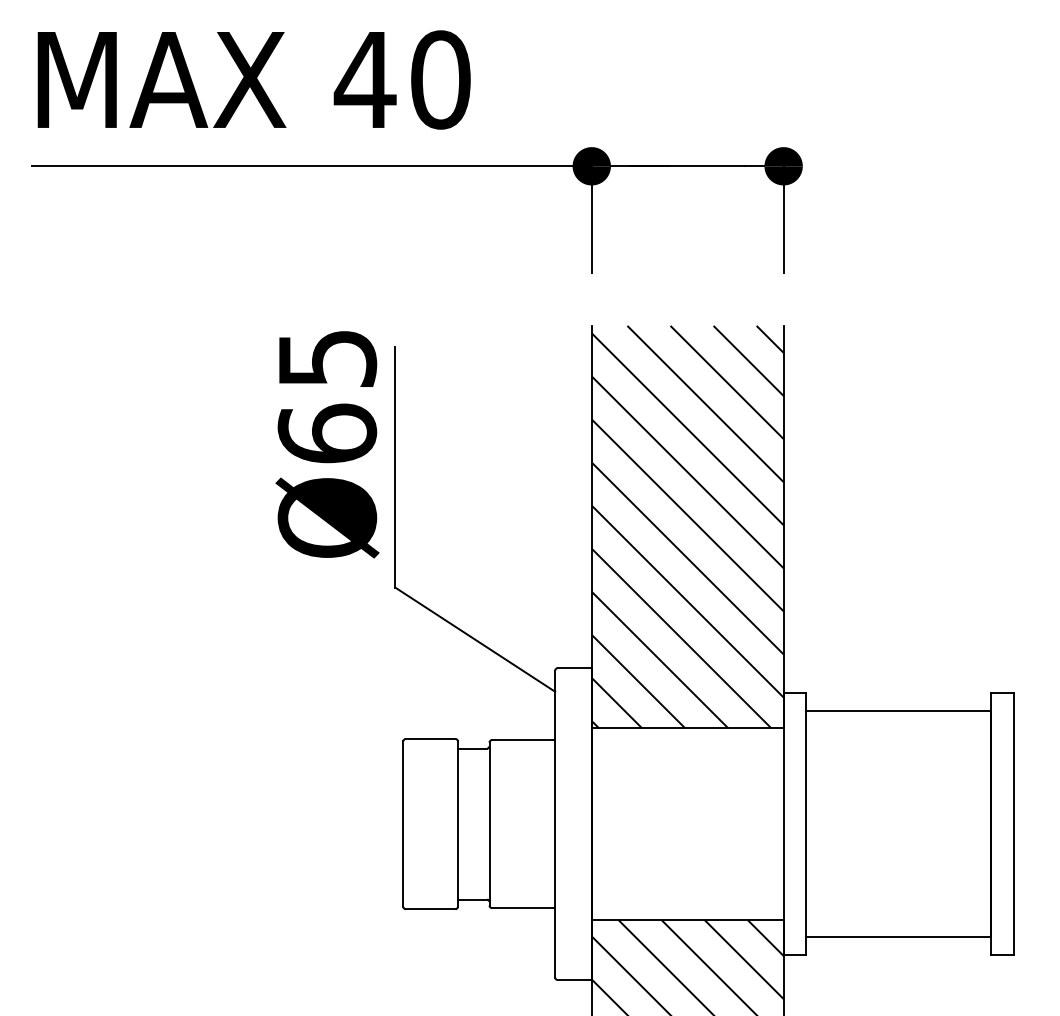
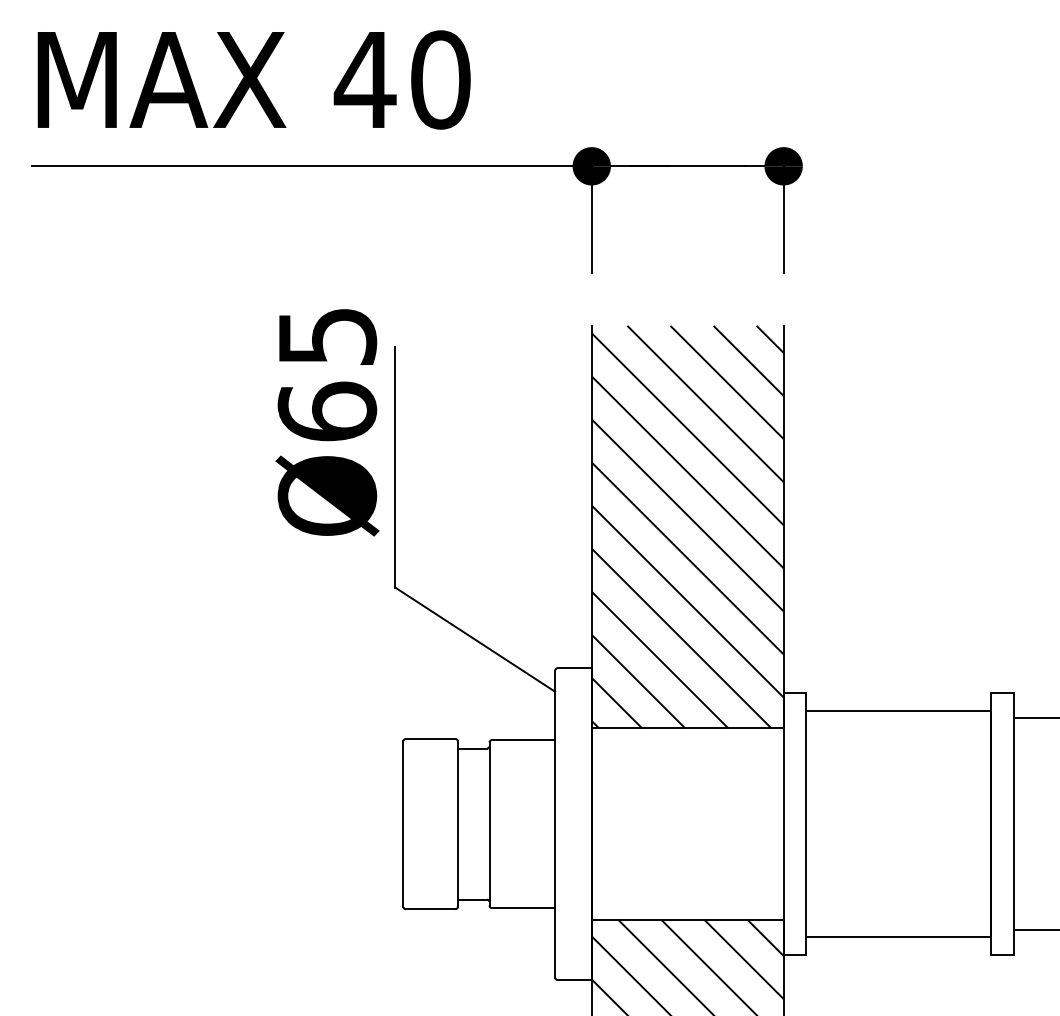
text at (327, 444) position: (327, 444) -> (327, 422)
line at (1034, 718): none -> present
line at (1034, 930): none -> present
